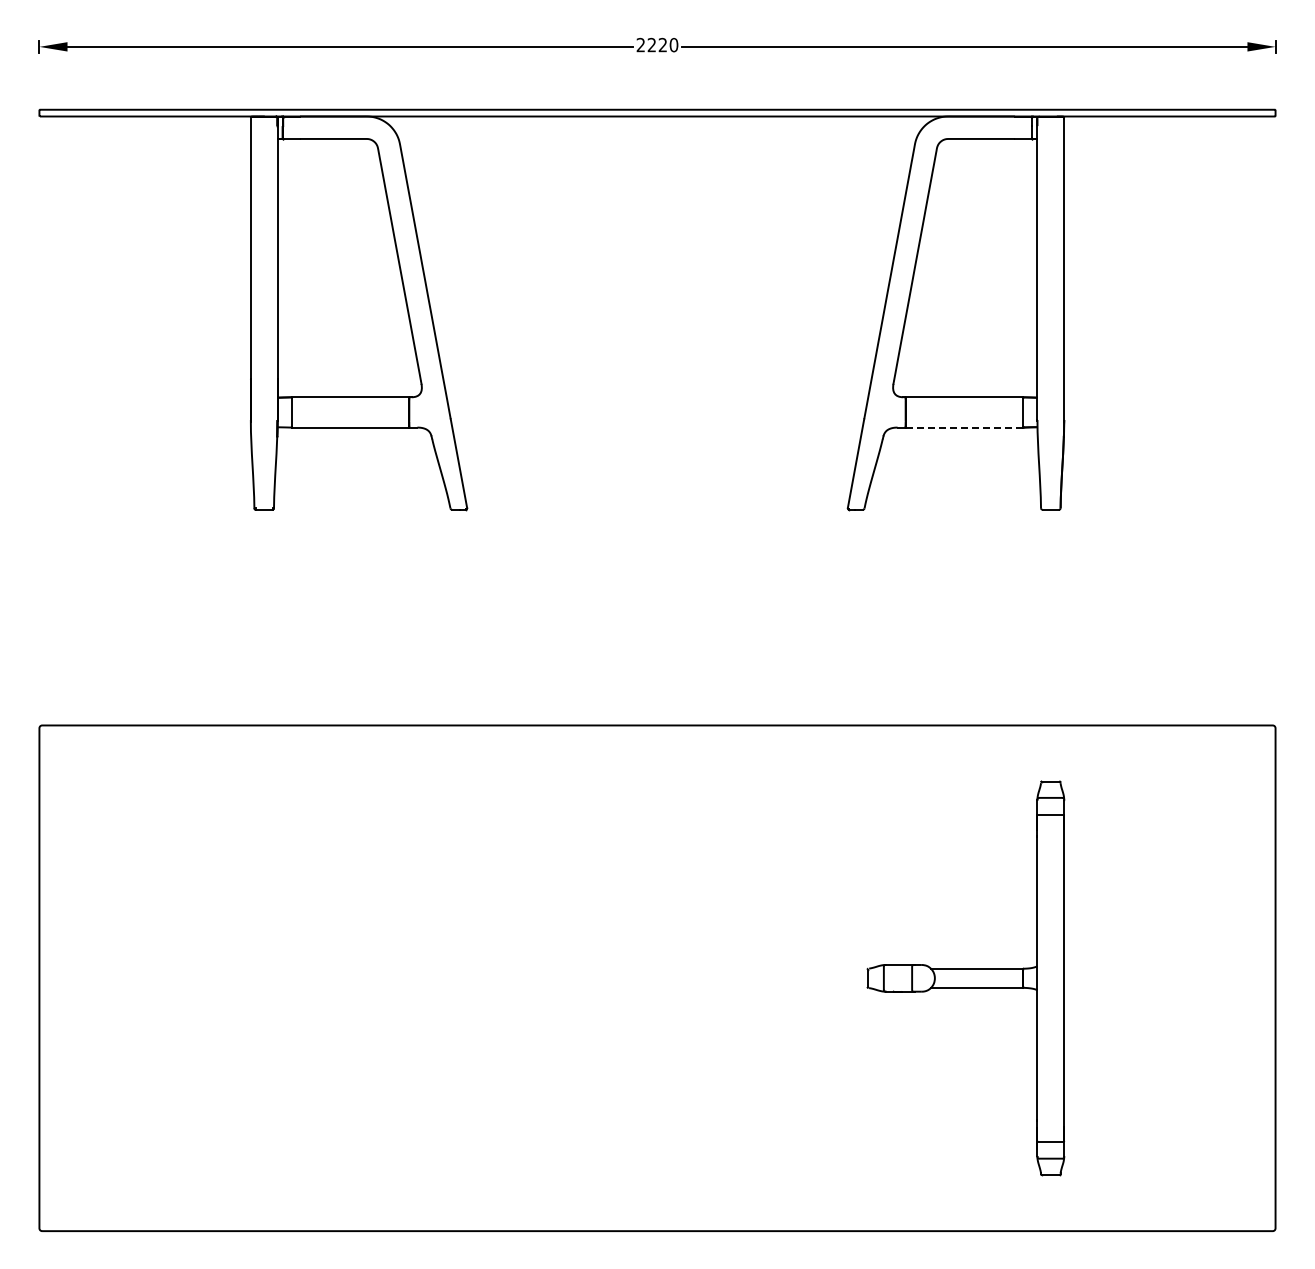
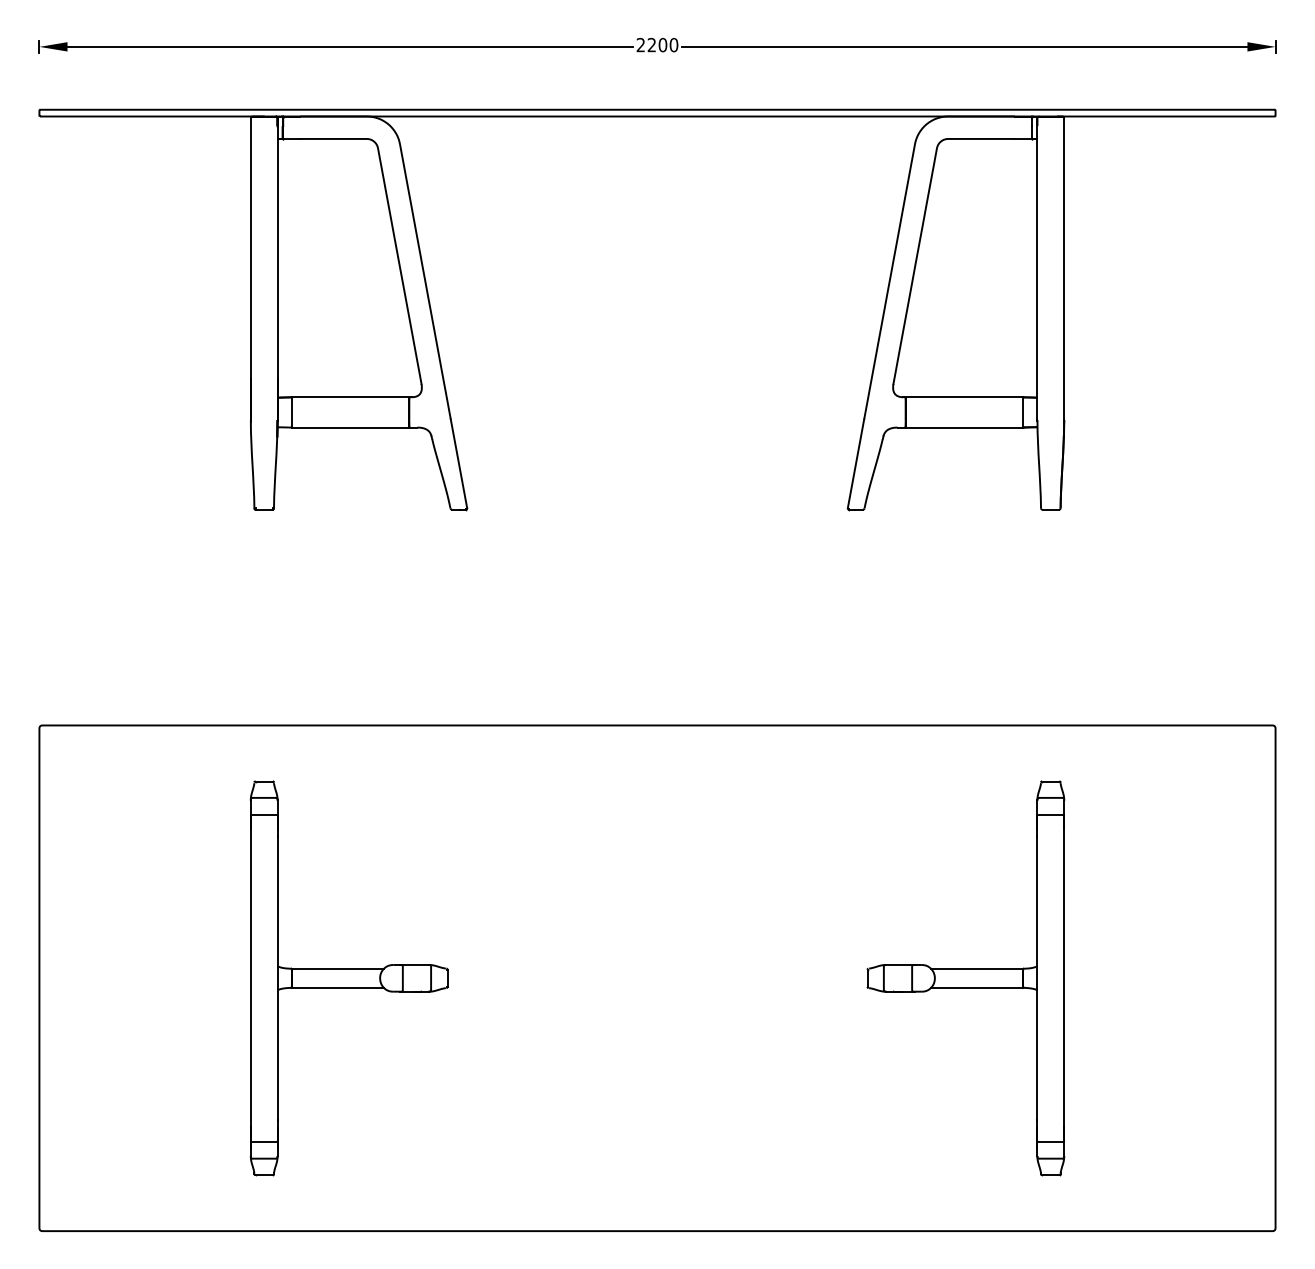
text at (662, 45): 2220 -> 2200
line at (963, 427): dashed -> solid
part at (348, 978): none -> present
